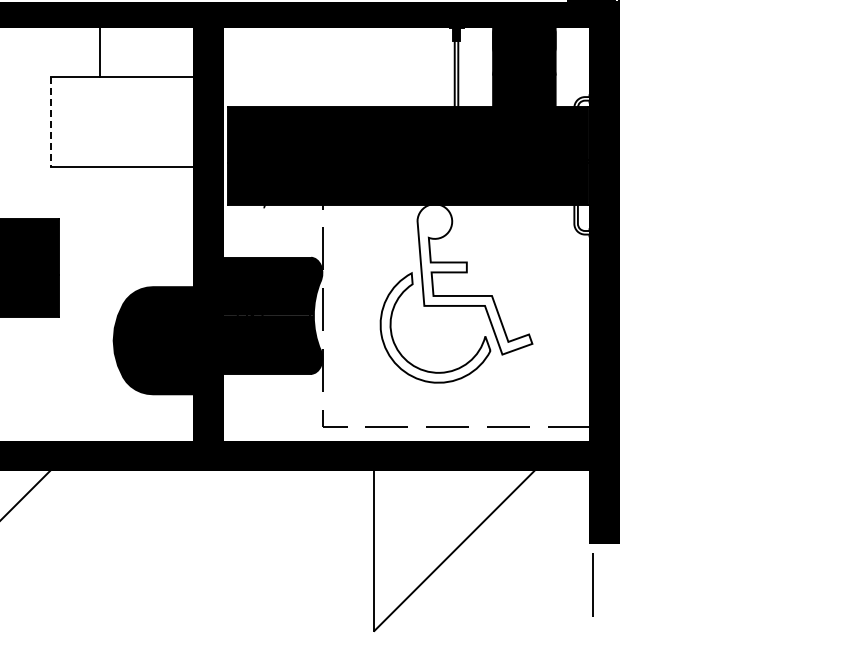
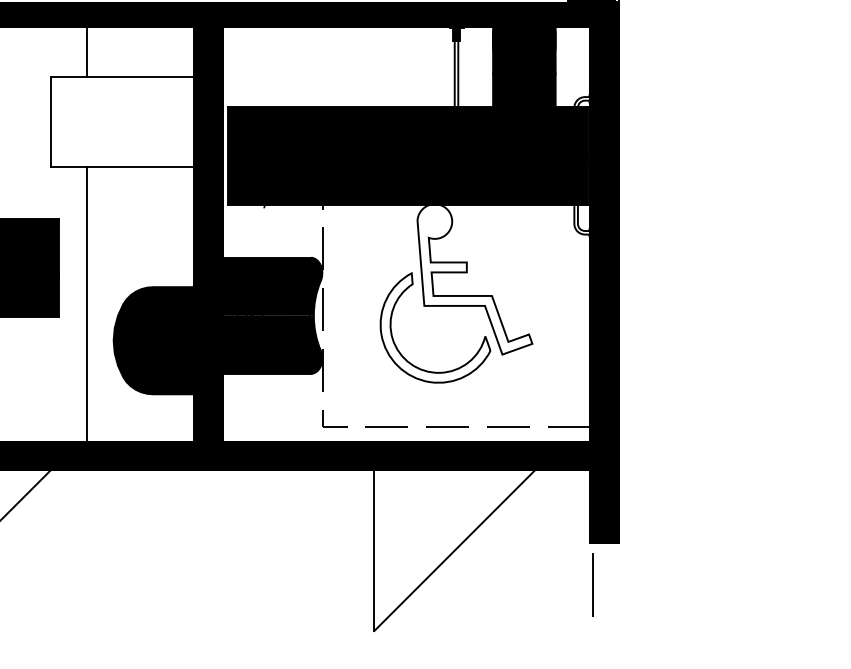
line at (99, 52) position: (99, 52) -> (86, 52)
line at (51, 122): dashed -> solid
line at (86, 303): none -> present
